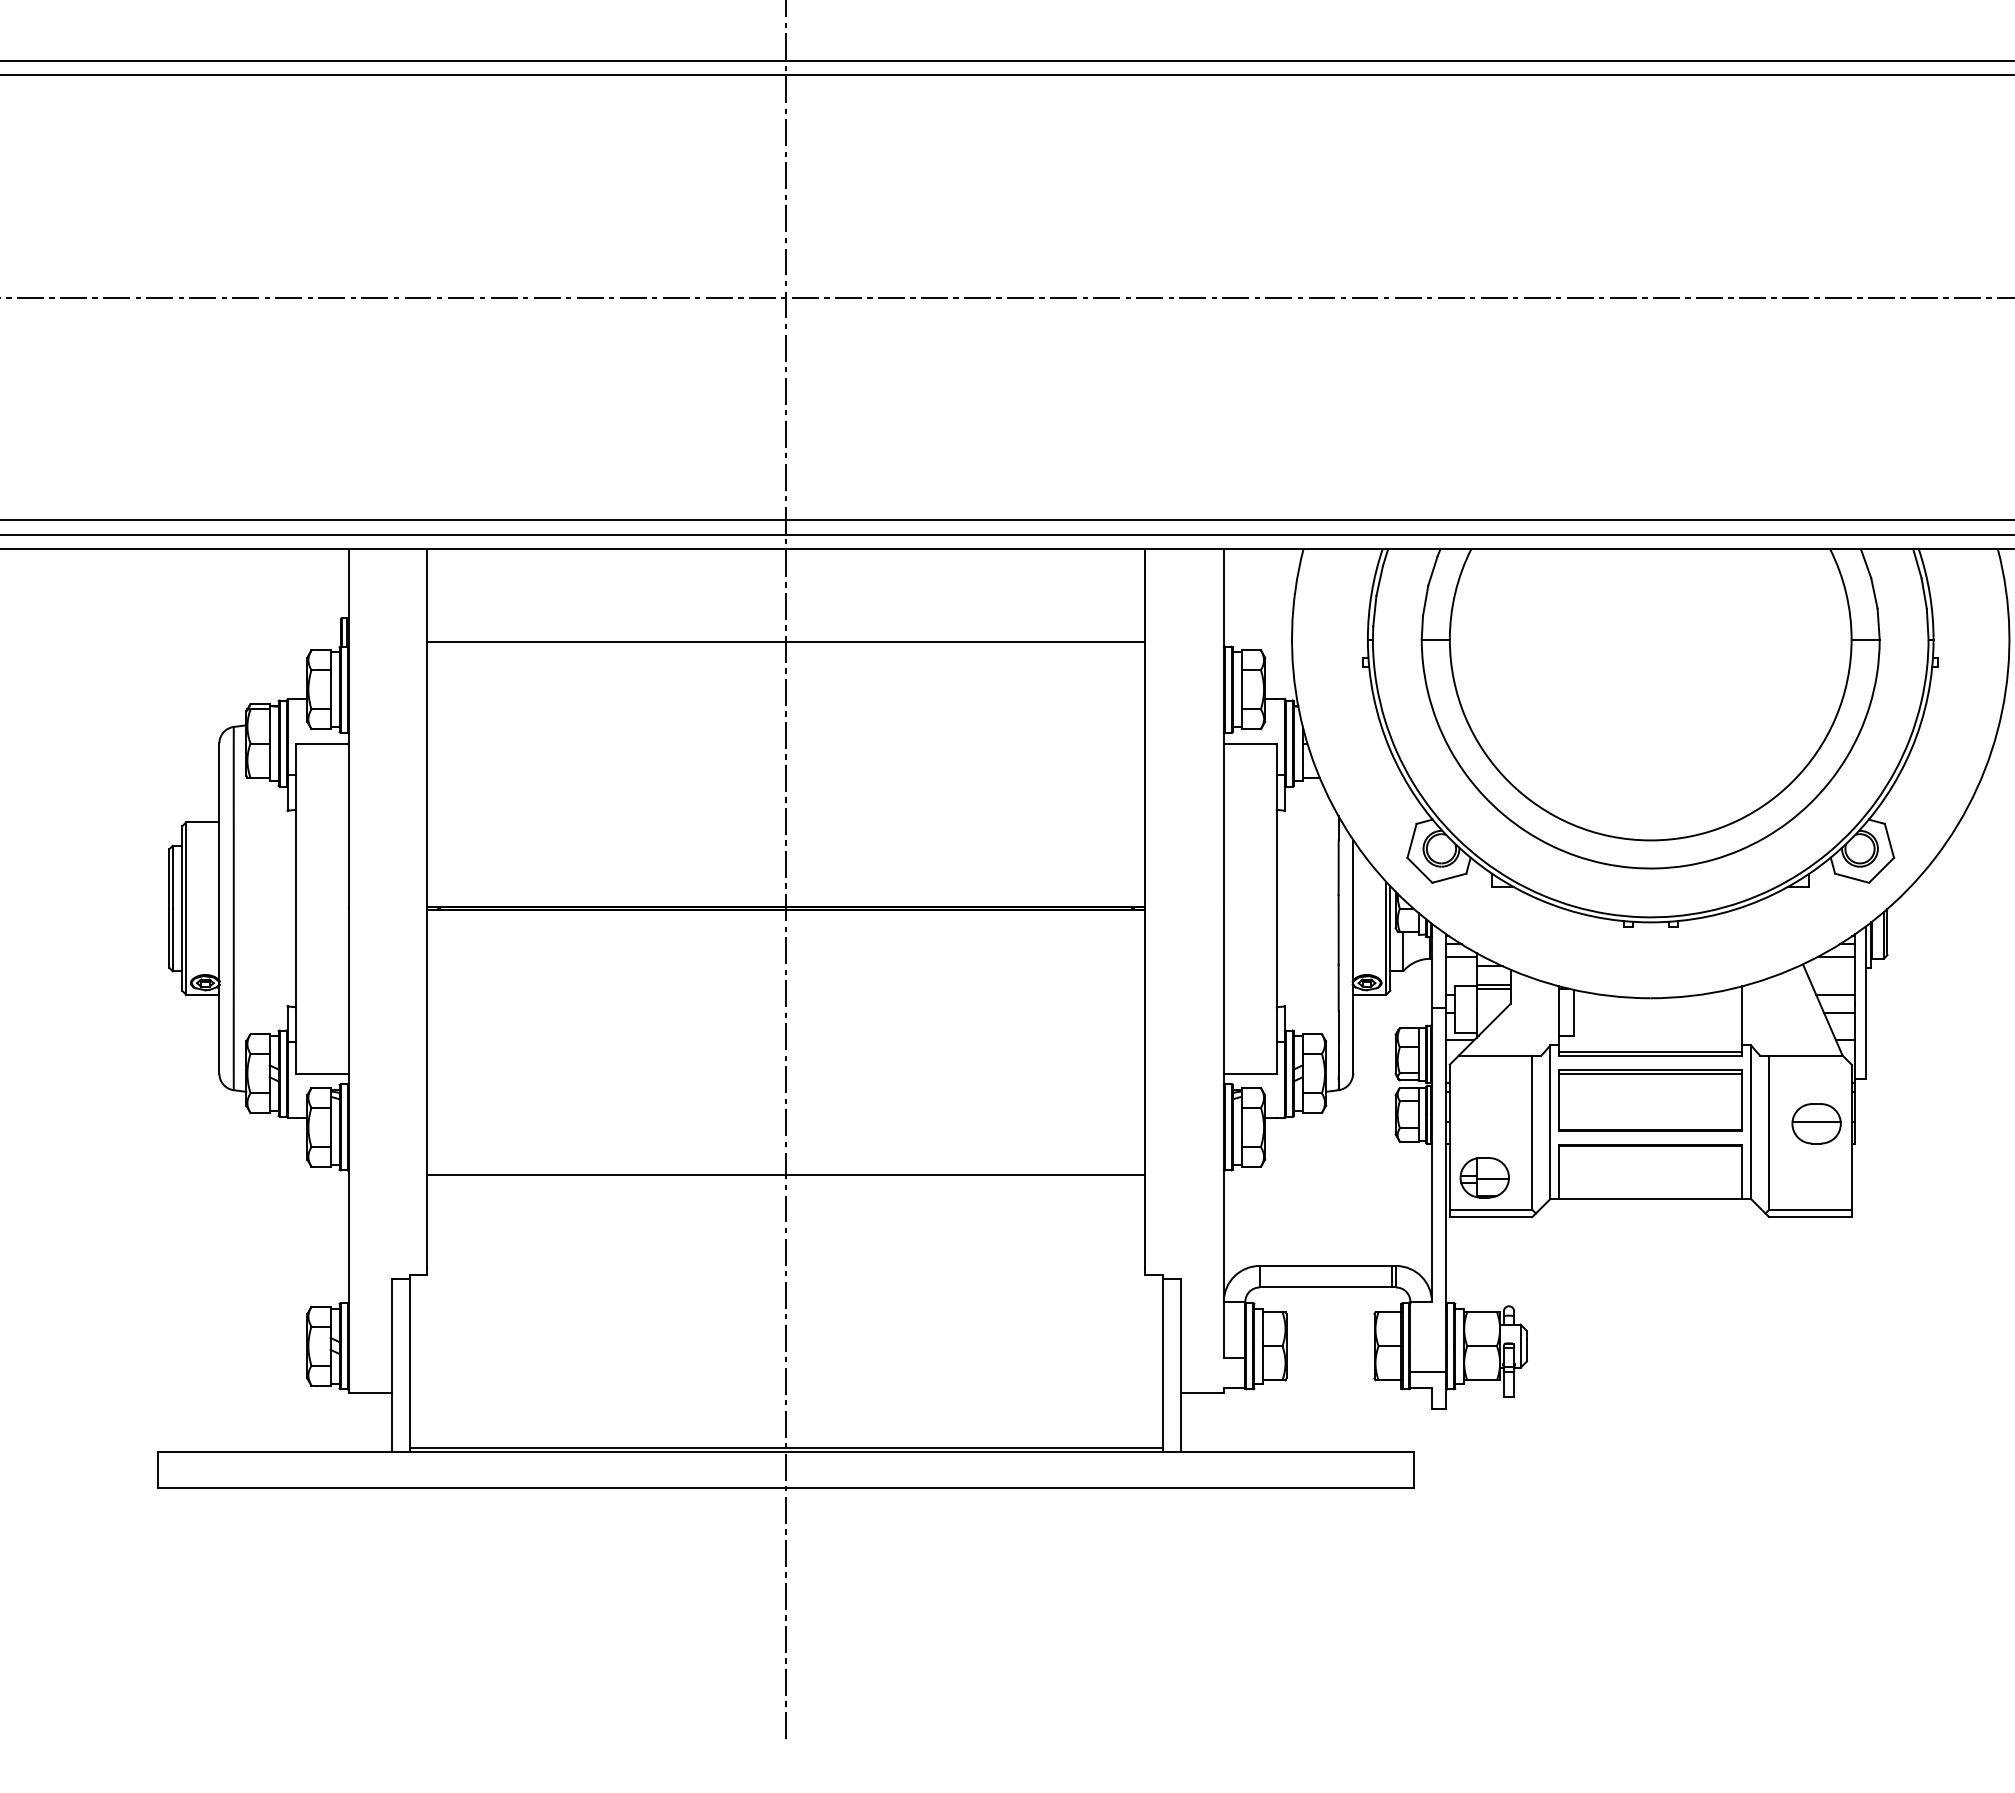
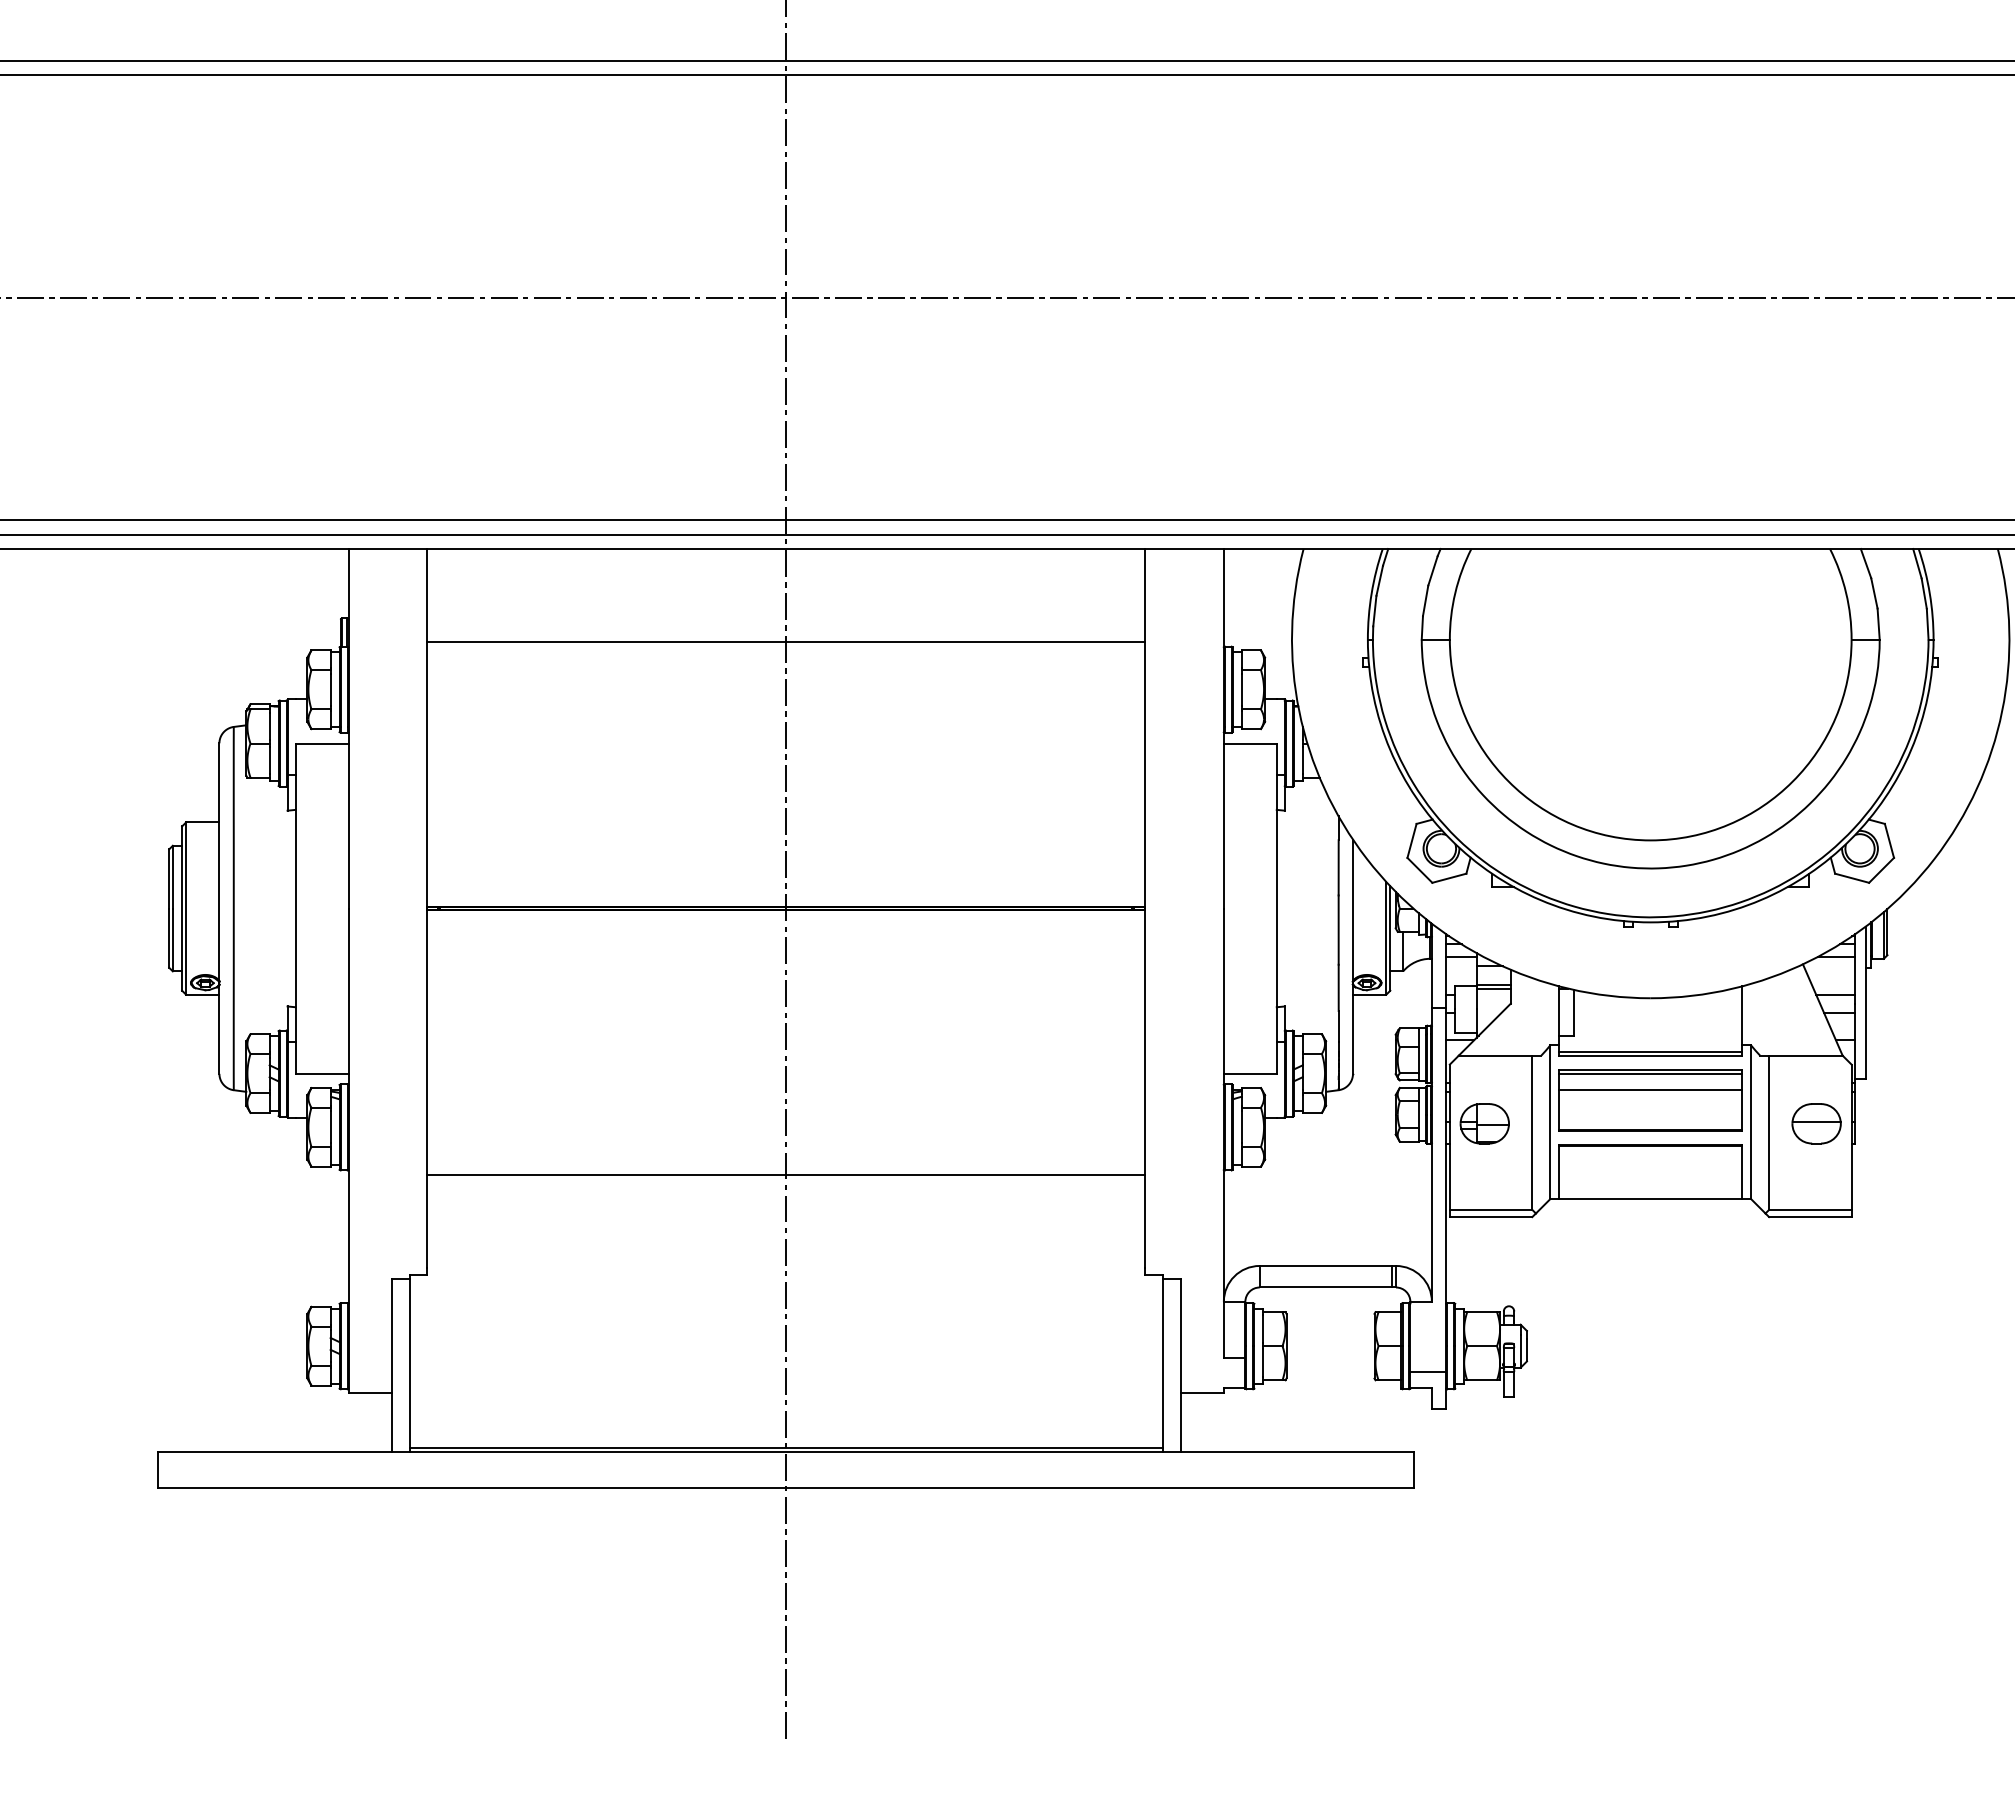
line at (1650, 1089): none -> present
part at (1484, 1177) position: (1484, 1177) -> (1484, 1123)
